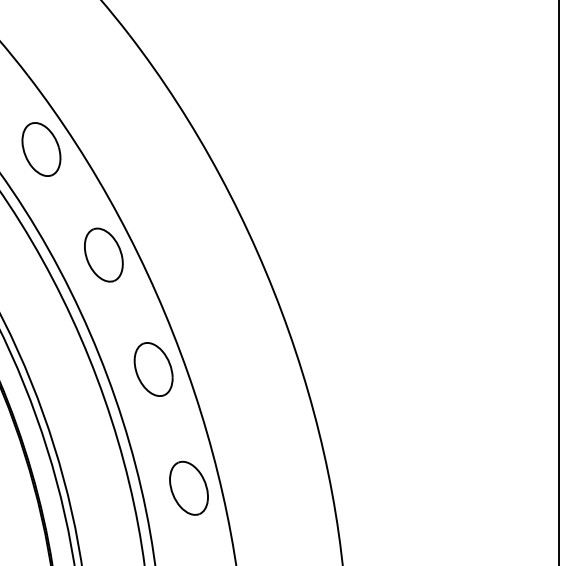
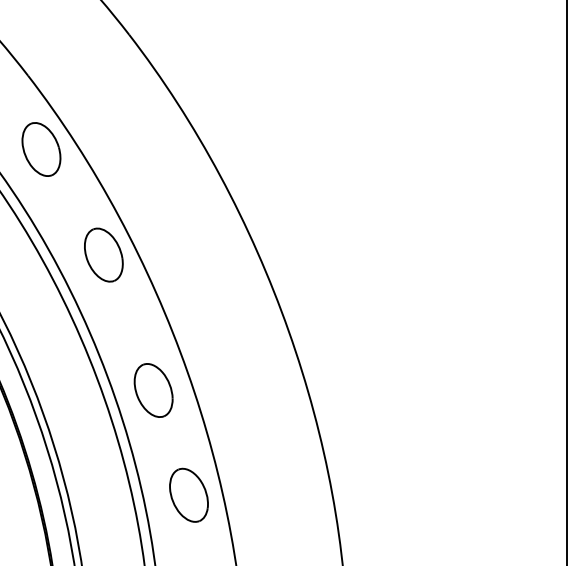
line at (558, 282) position: (558, 282) -> (566, 282)
part at (153, 369) position: (153, 369) -> (153, 390)
part at (188, 487) position: (188, 487) -> (188, 494)
